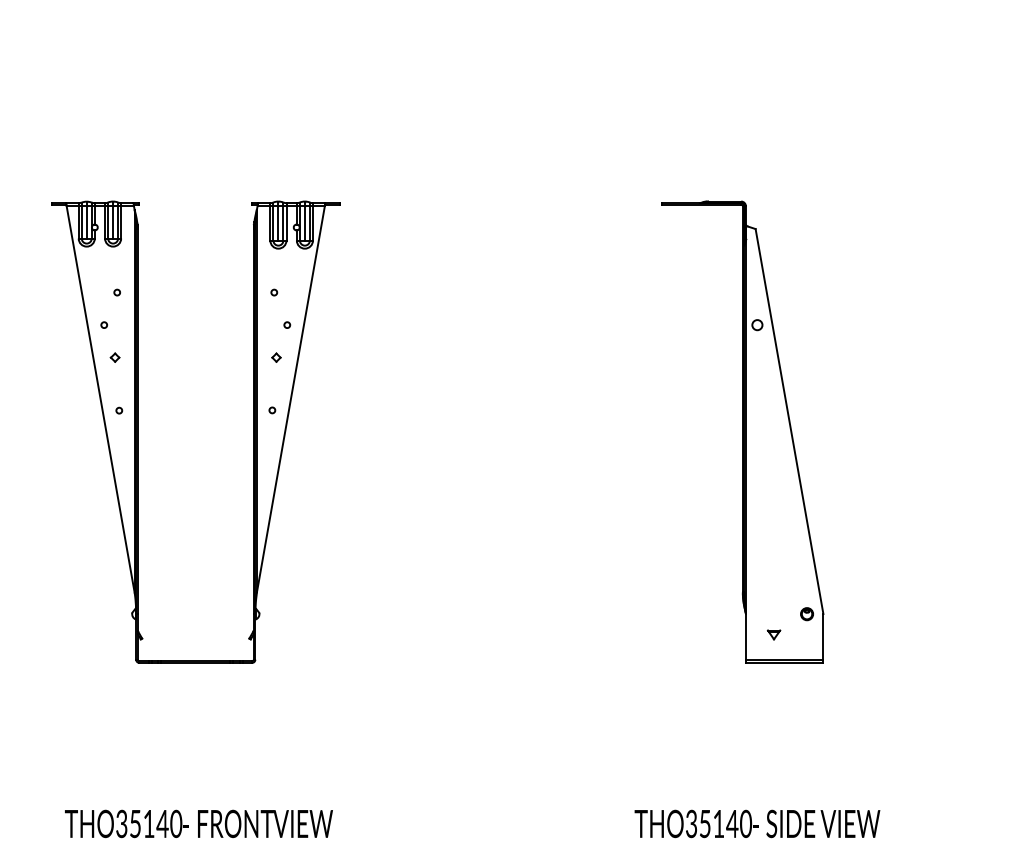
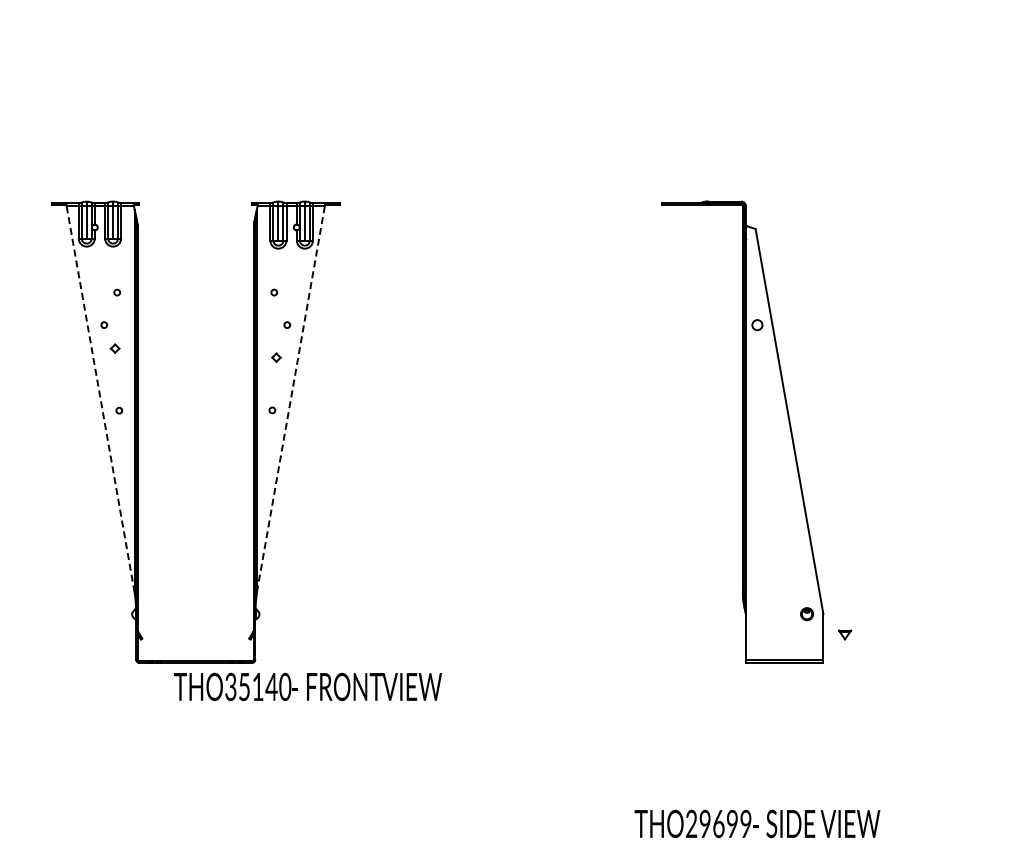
part at (114, 357) position: (114, 357) -> (114, 348)
line at (100, 398): solid -> dashed
line at (290, 399): solid -> dashed
part at (773, 634) position: (773, 634) -> (844, 634)
text at (198, 823) position: (198, 823) -> (307, 686)
text at (719, 823): THO35140 -> THO29699
